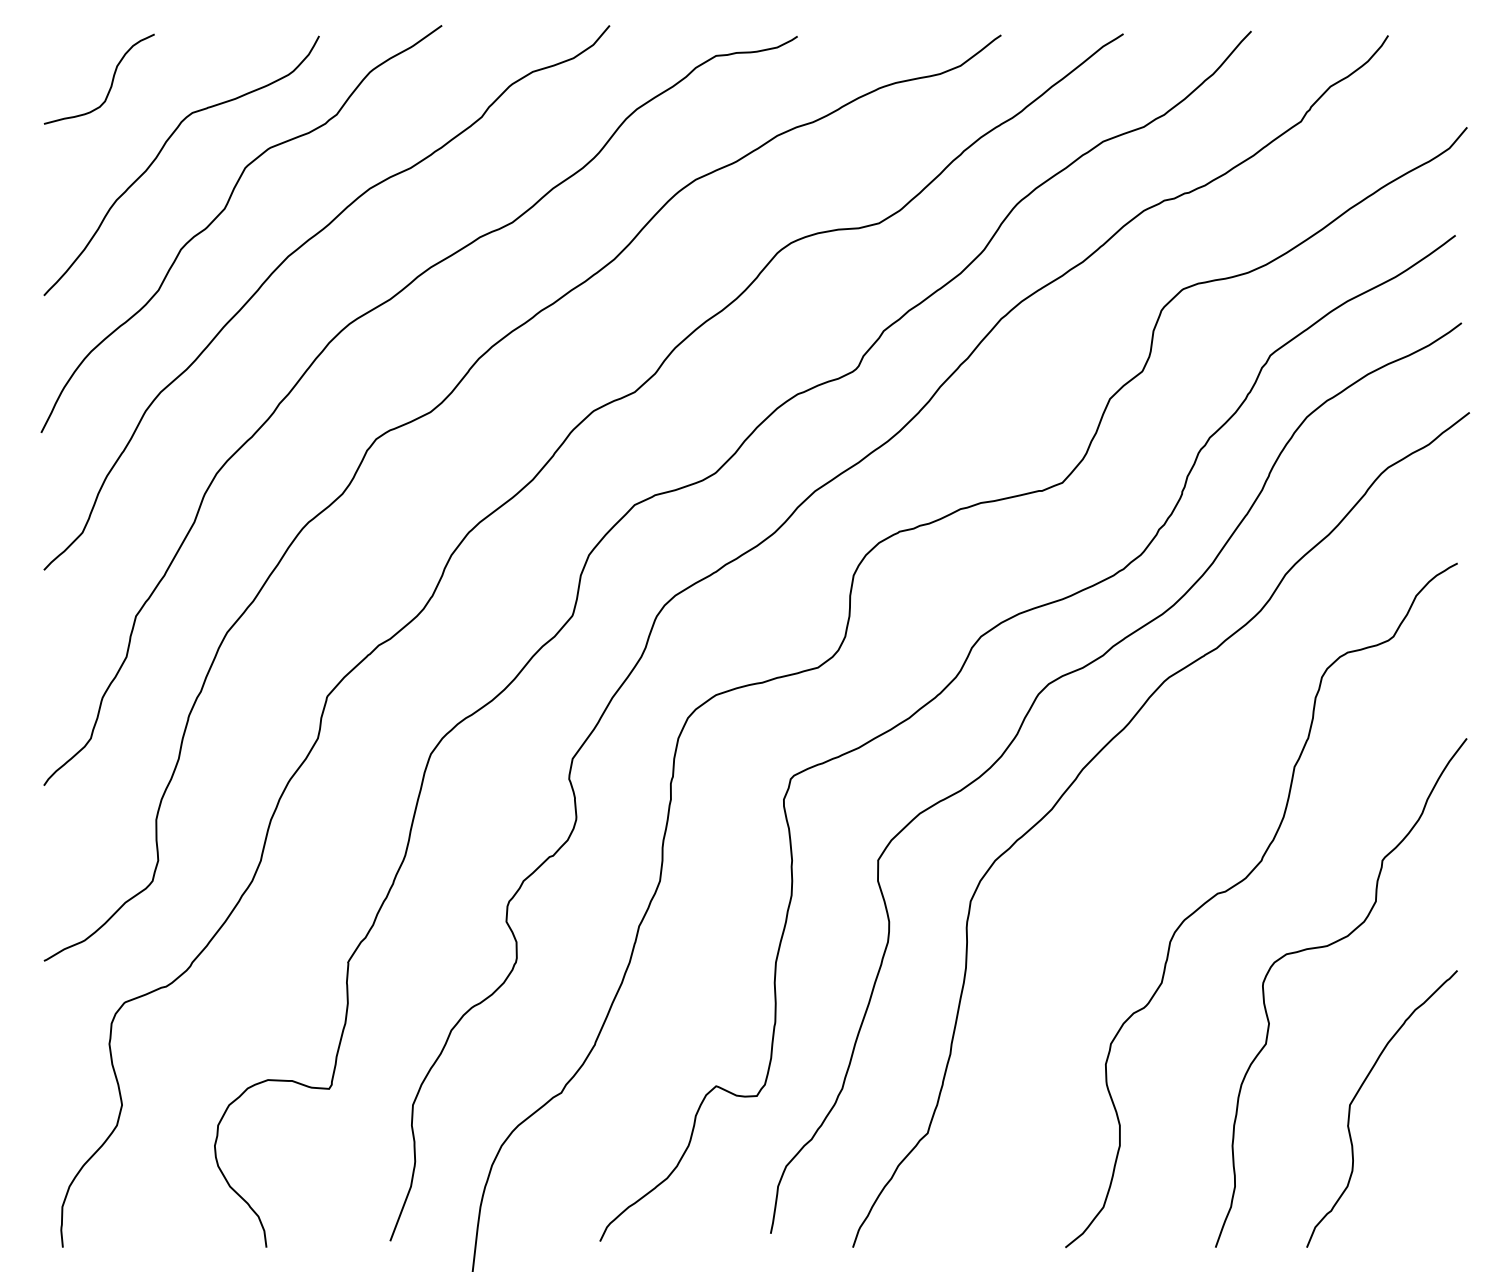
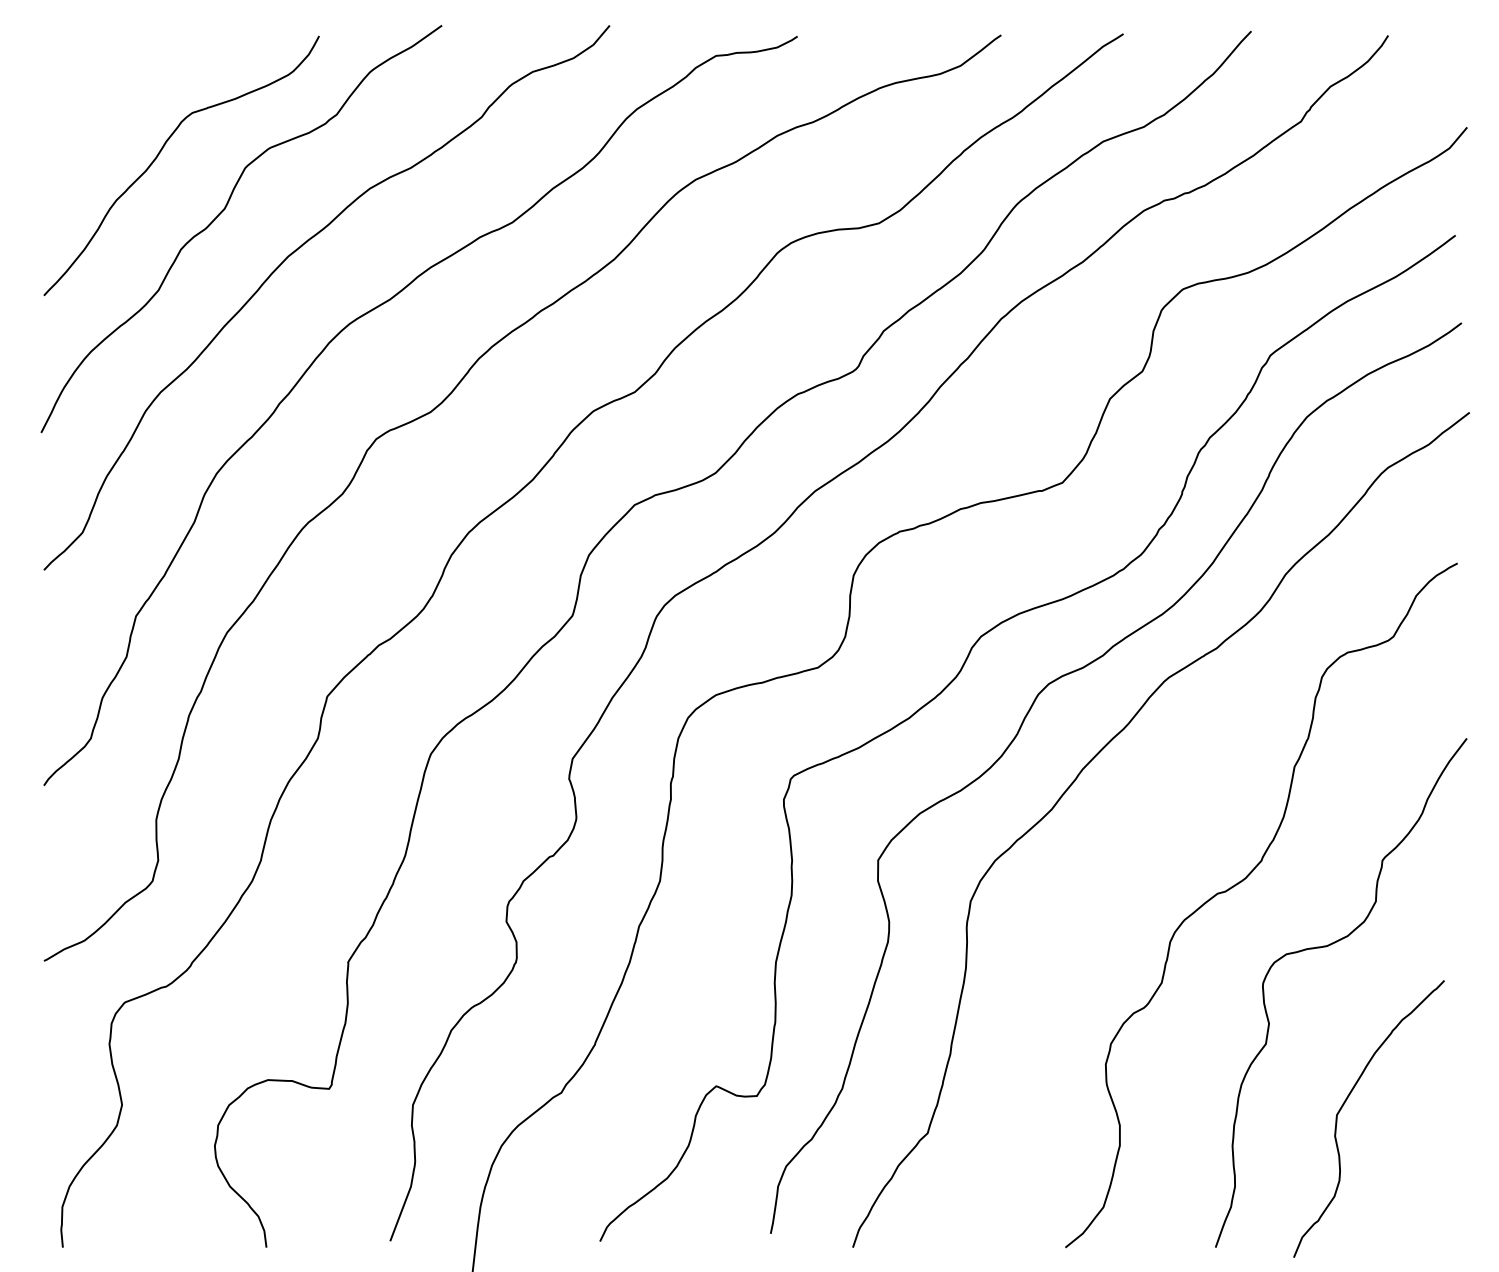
curve at (111, 81): present -> none
curve at (1356, 1096) position: (1356, 1096) -> (1343, 1106)
